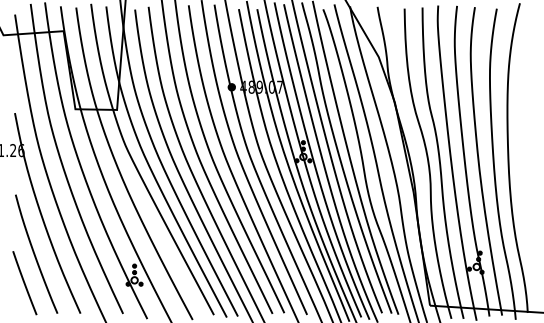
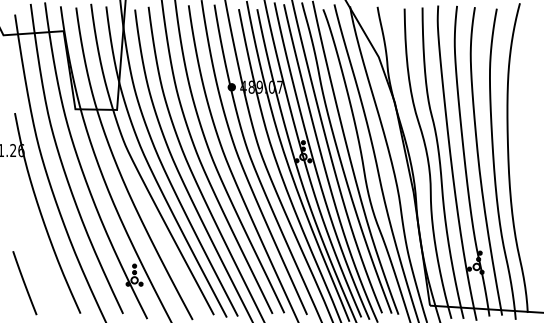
curve at (35, 253): present -> none
